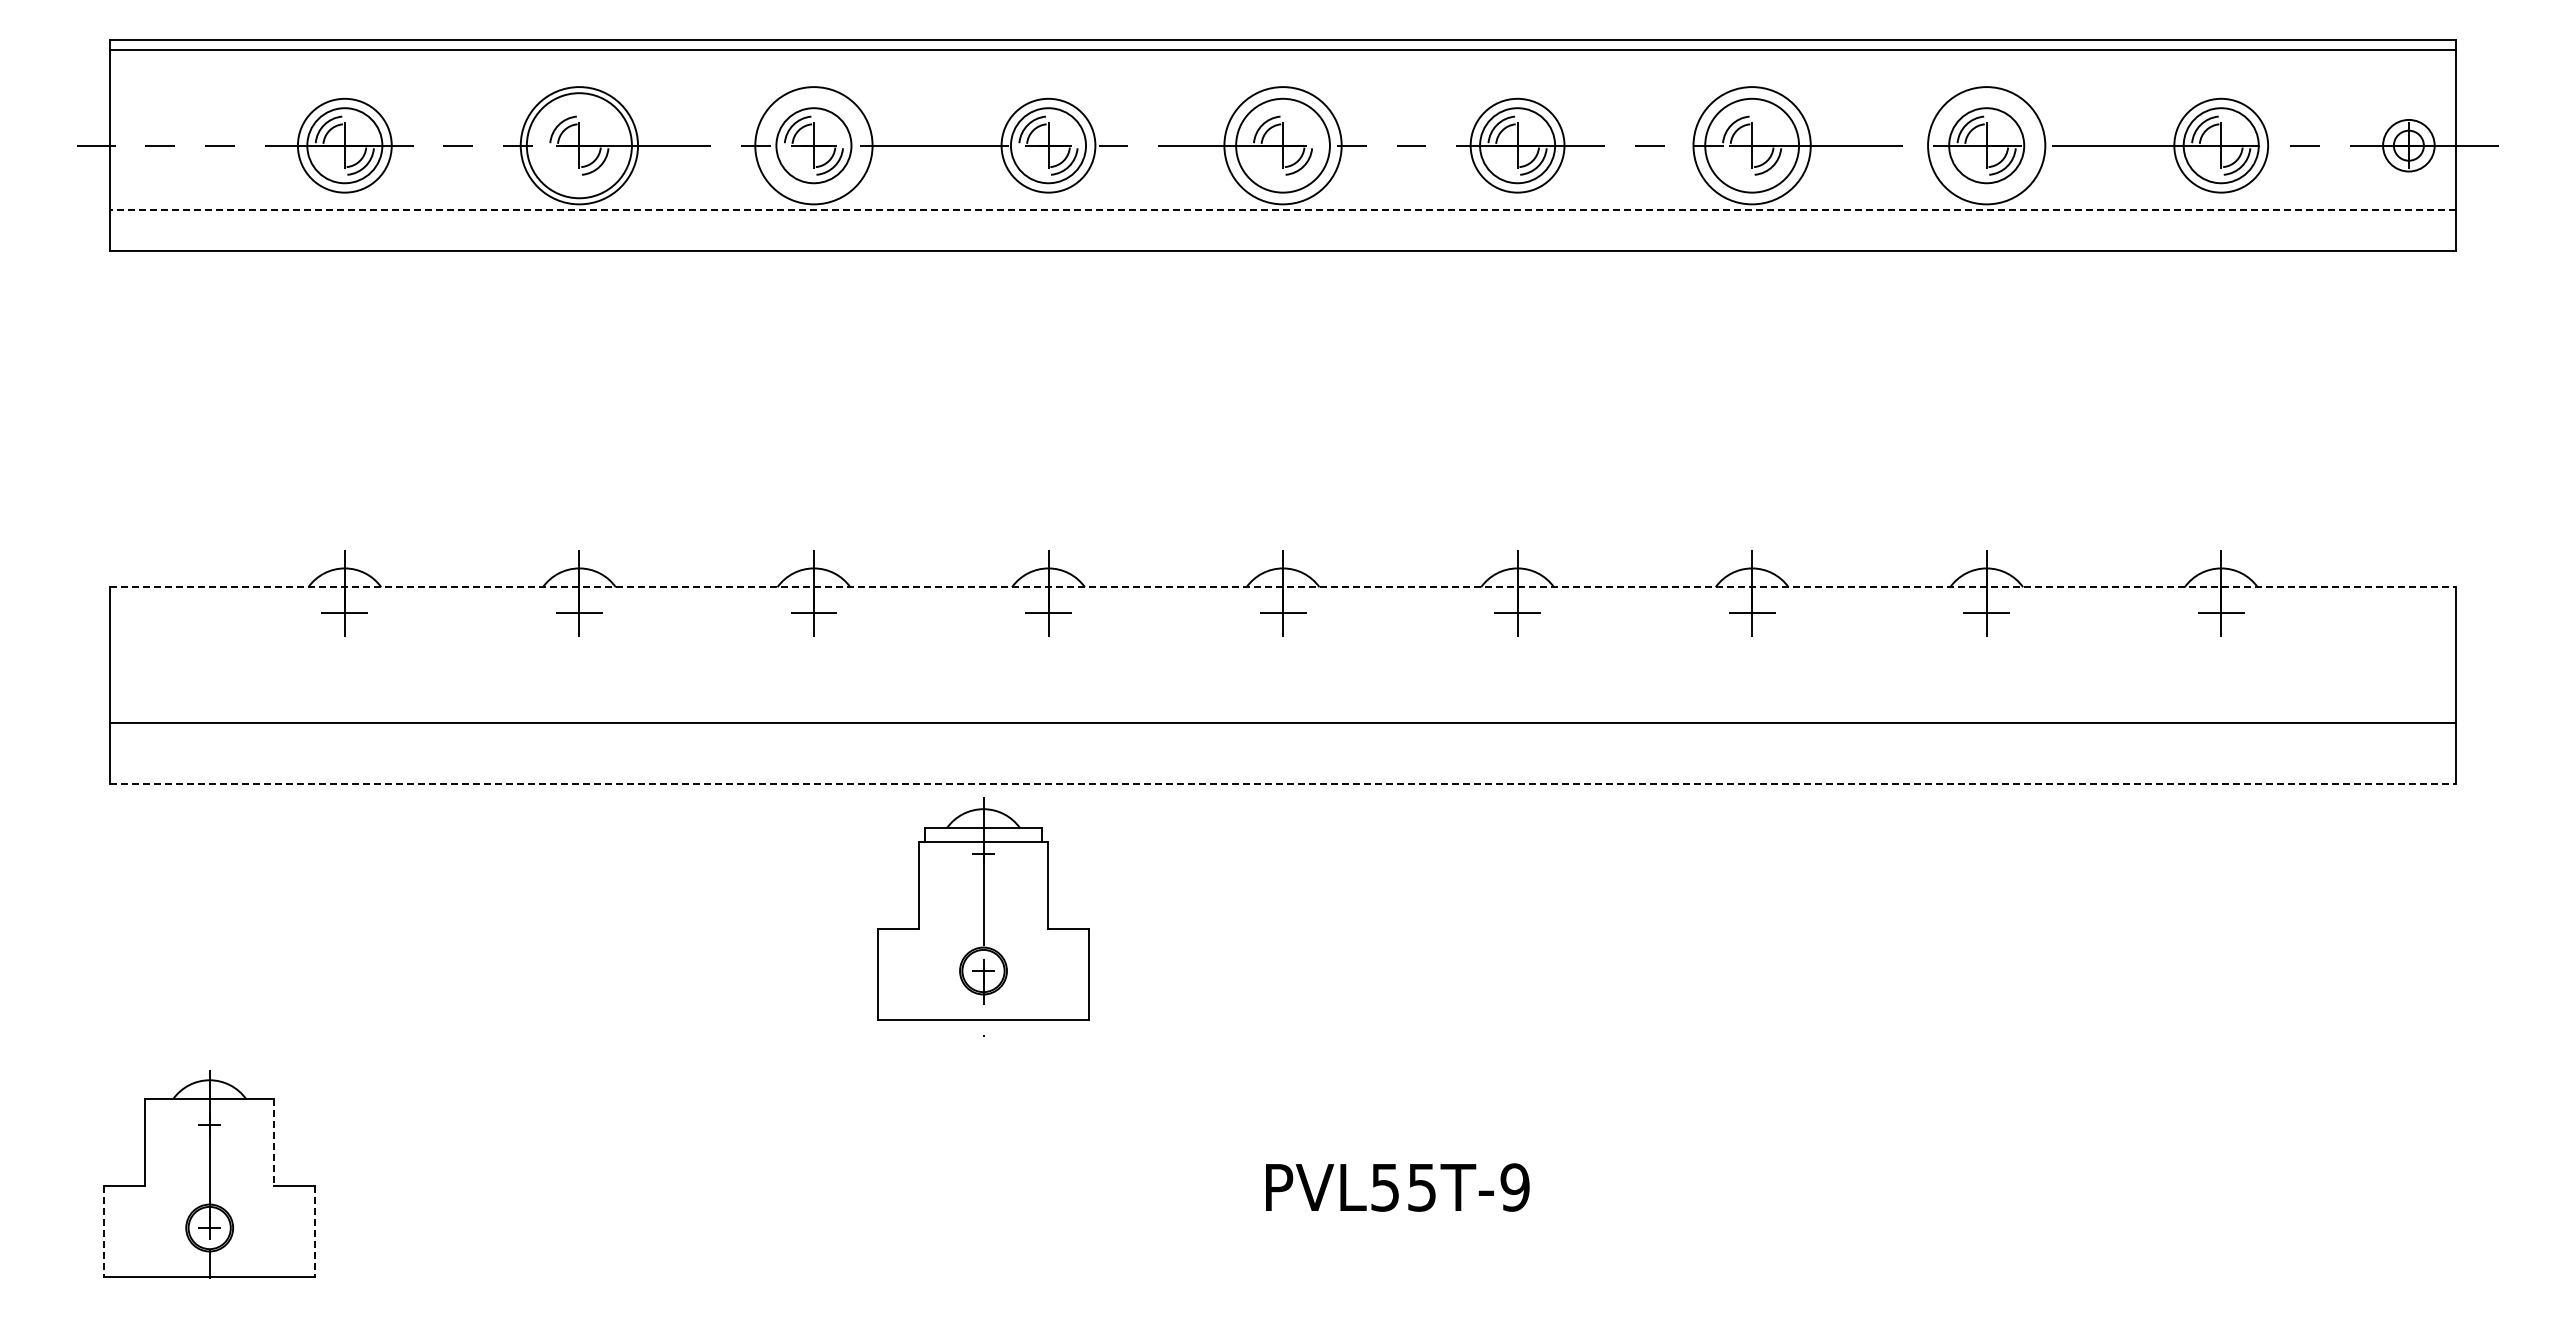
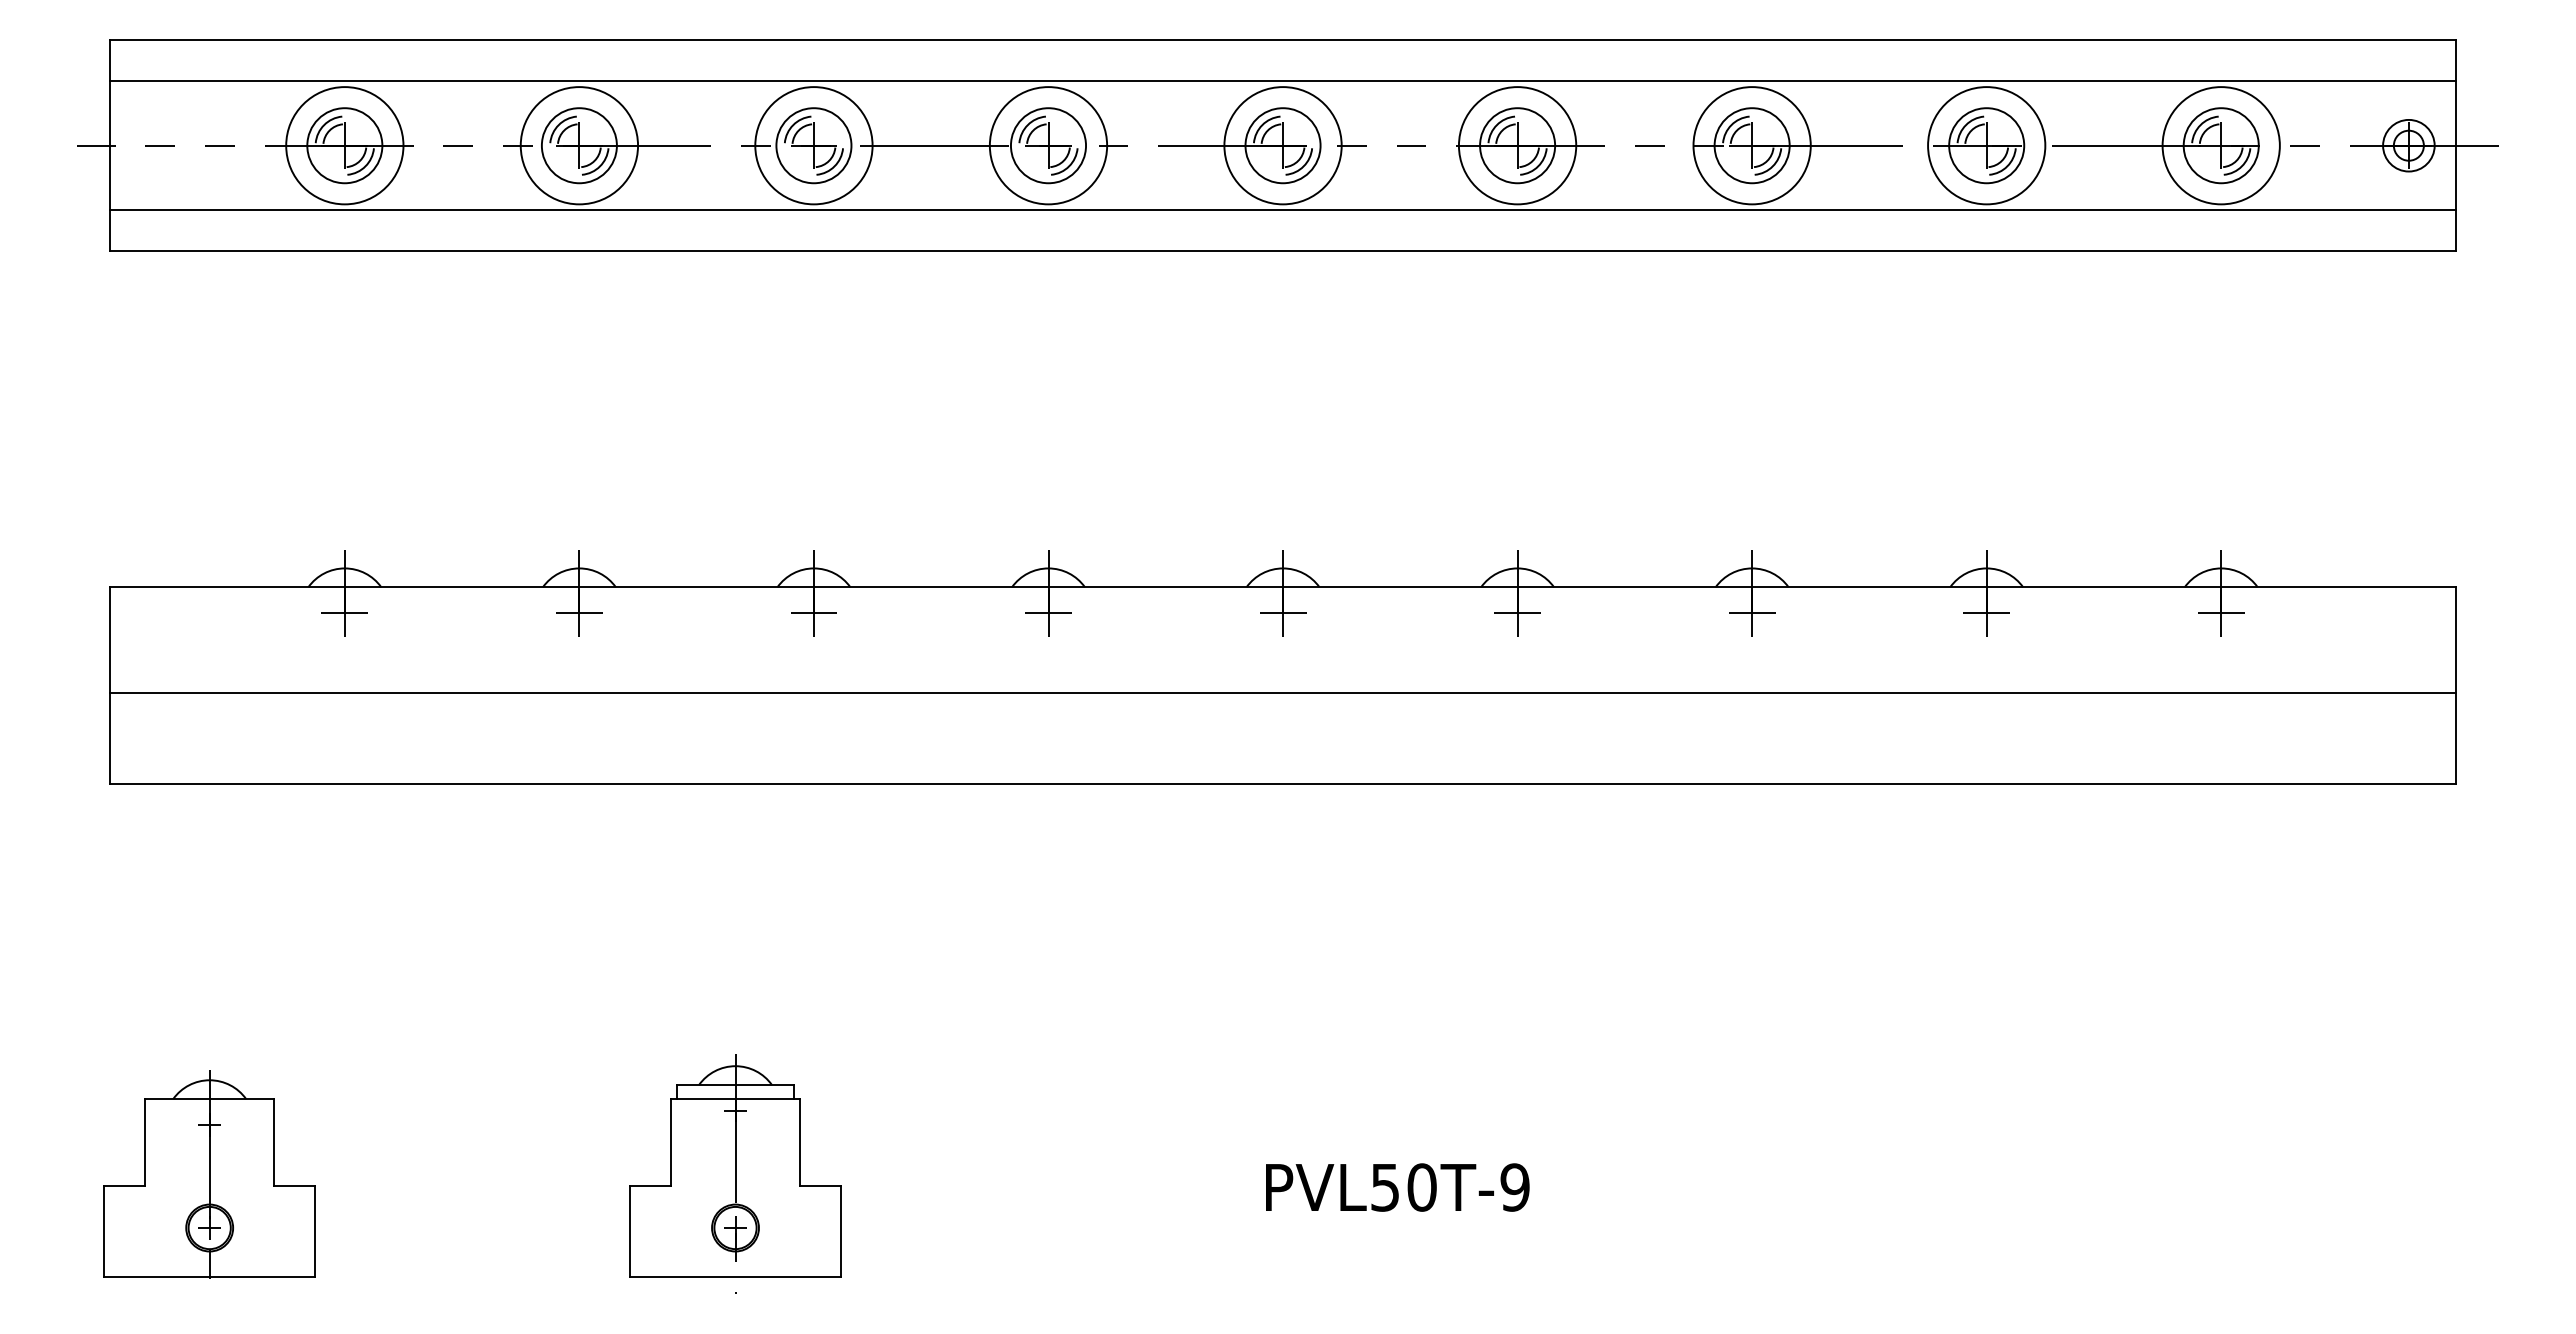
line at (1282, 50) position: (1282, 50) -> (1282, 81)
circle at (344, 145) diameter: 94 px -> 117 px
circle at (578, 145) diameter: 105 px -> 75 px
circle at (1048, 145) diameter: 94 px -> 117 px
circle at (1282, 145) diameter: 94 px -> 75 px
circle at (1517, 145) diameter: 94 px -> 117 px
circle at (1752, 145) diameter: 94 px -> 75 px
circle at (2221, 145) diameter: 94 px -> 117 px
line at (1283, 210): dashed -> solid
line at (1283, 587): dashed -> solid
line at (1282, 722) position: (1282, 722) -> (1282, 692)
line at (1283, 784): dashed -> solid
part at (983, 916) position: (983, 916) -> (735, 1173)
line at (274, 1142): dashed -> solid
text at (1421, 1187): PVL55T-9 -> PVL50T-9
line at (104, 1231): dashed -> solid
line at (315, 1231): dashed -> solid
